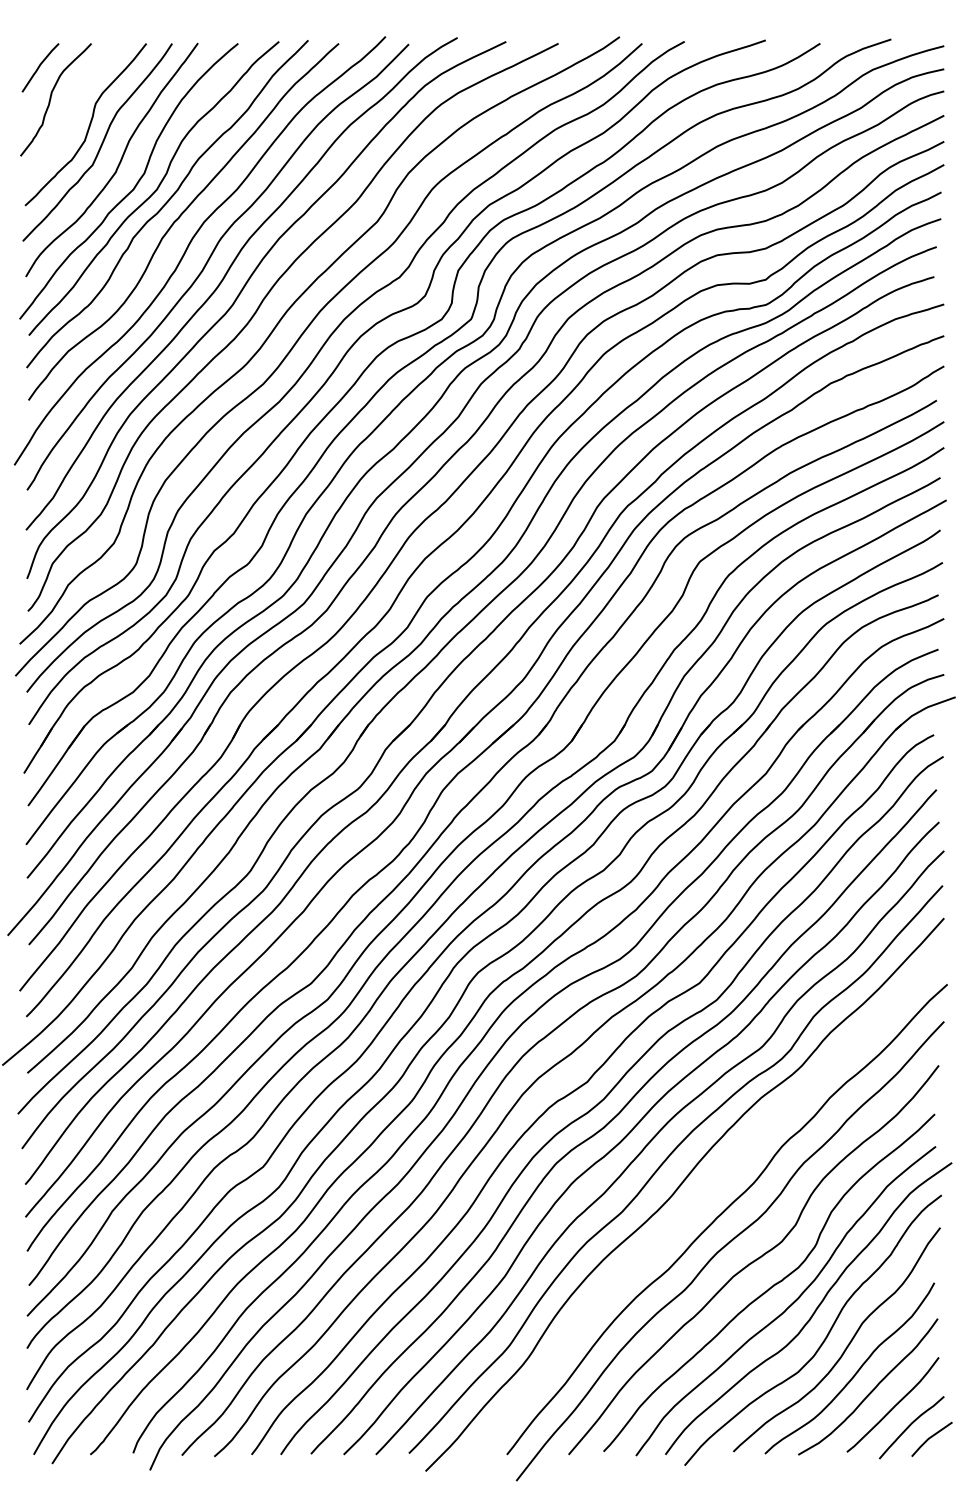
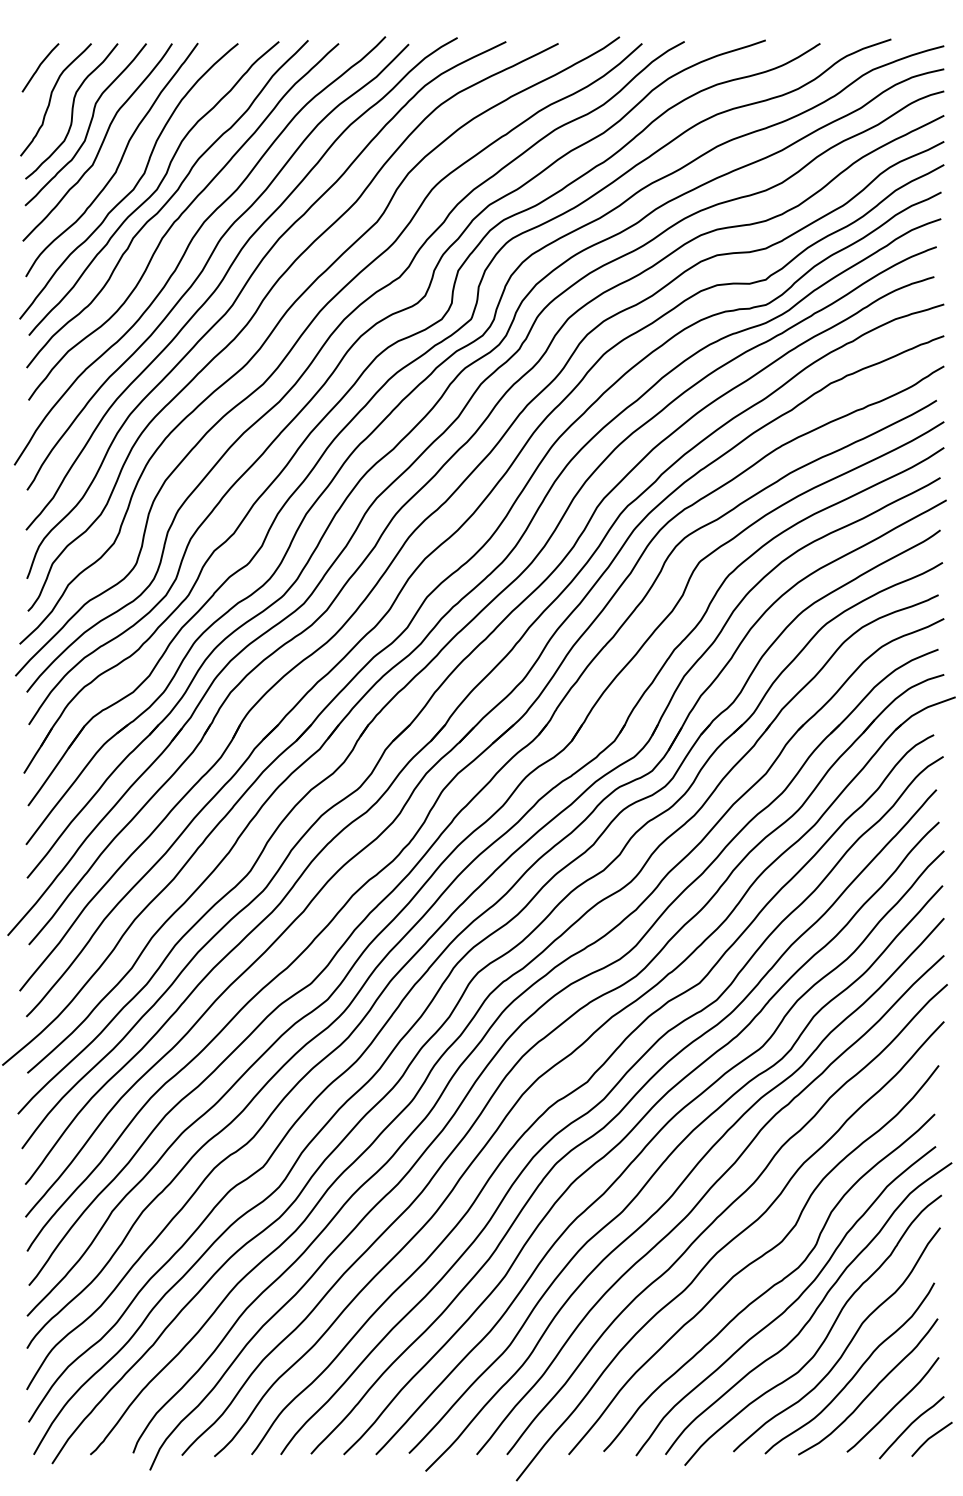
curve at (71, 111): none -> present
curve at (703, 1198): none -> present
